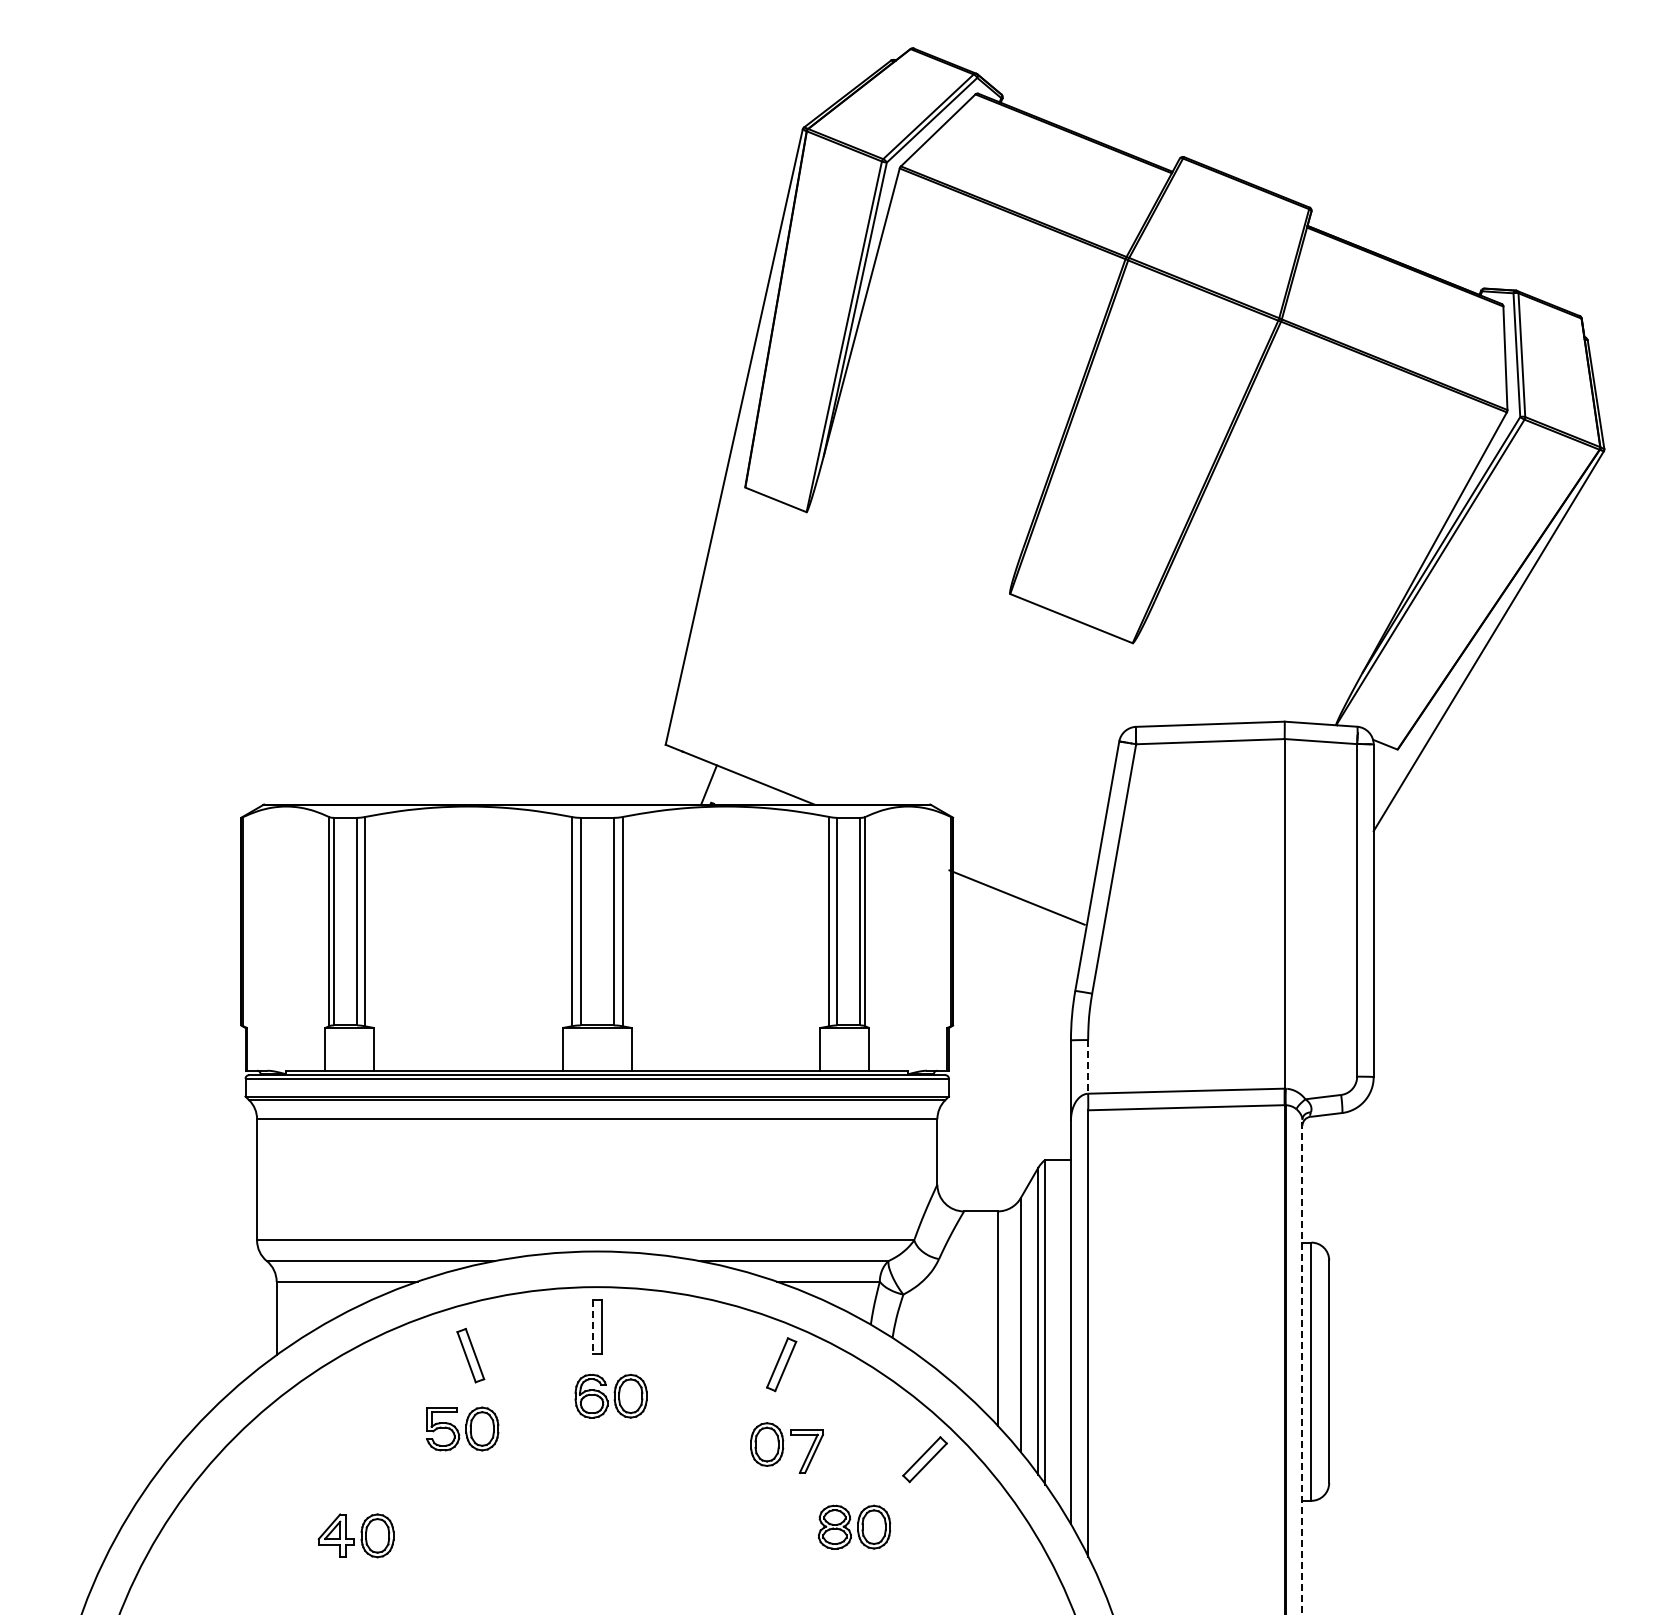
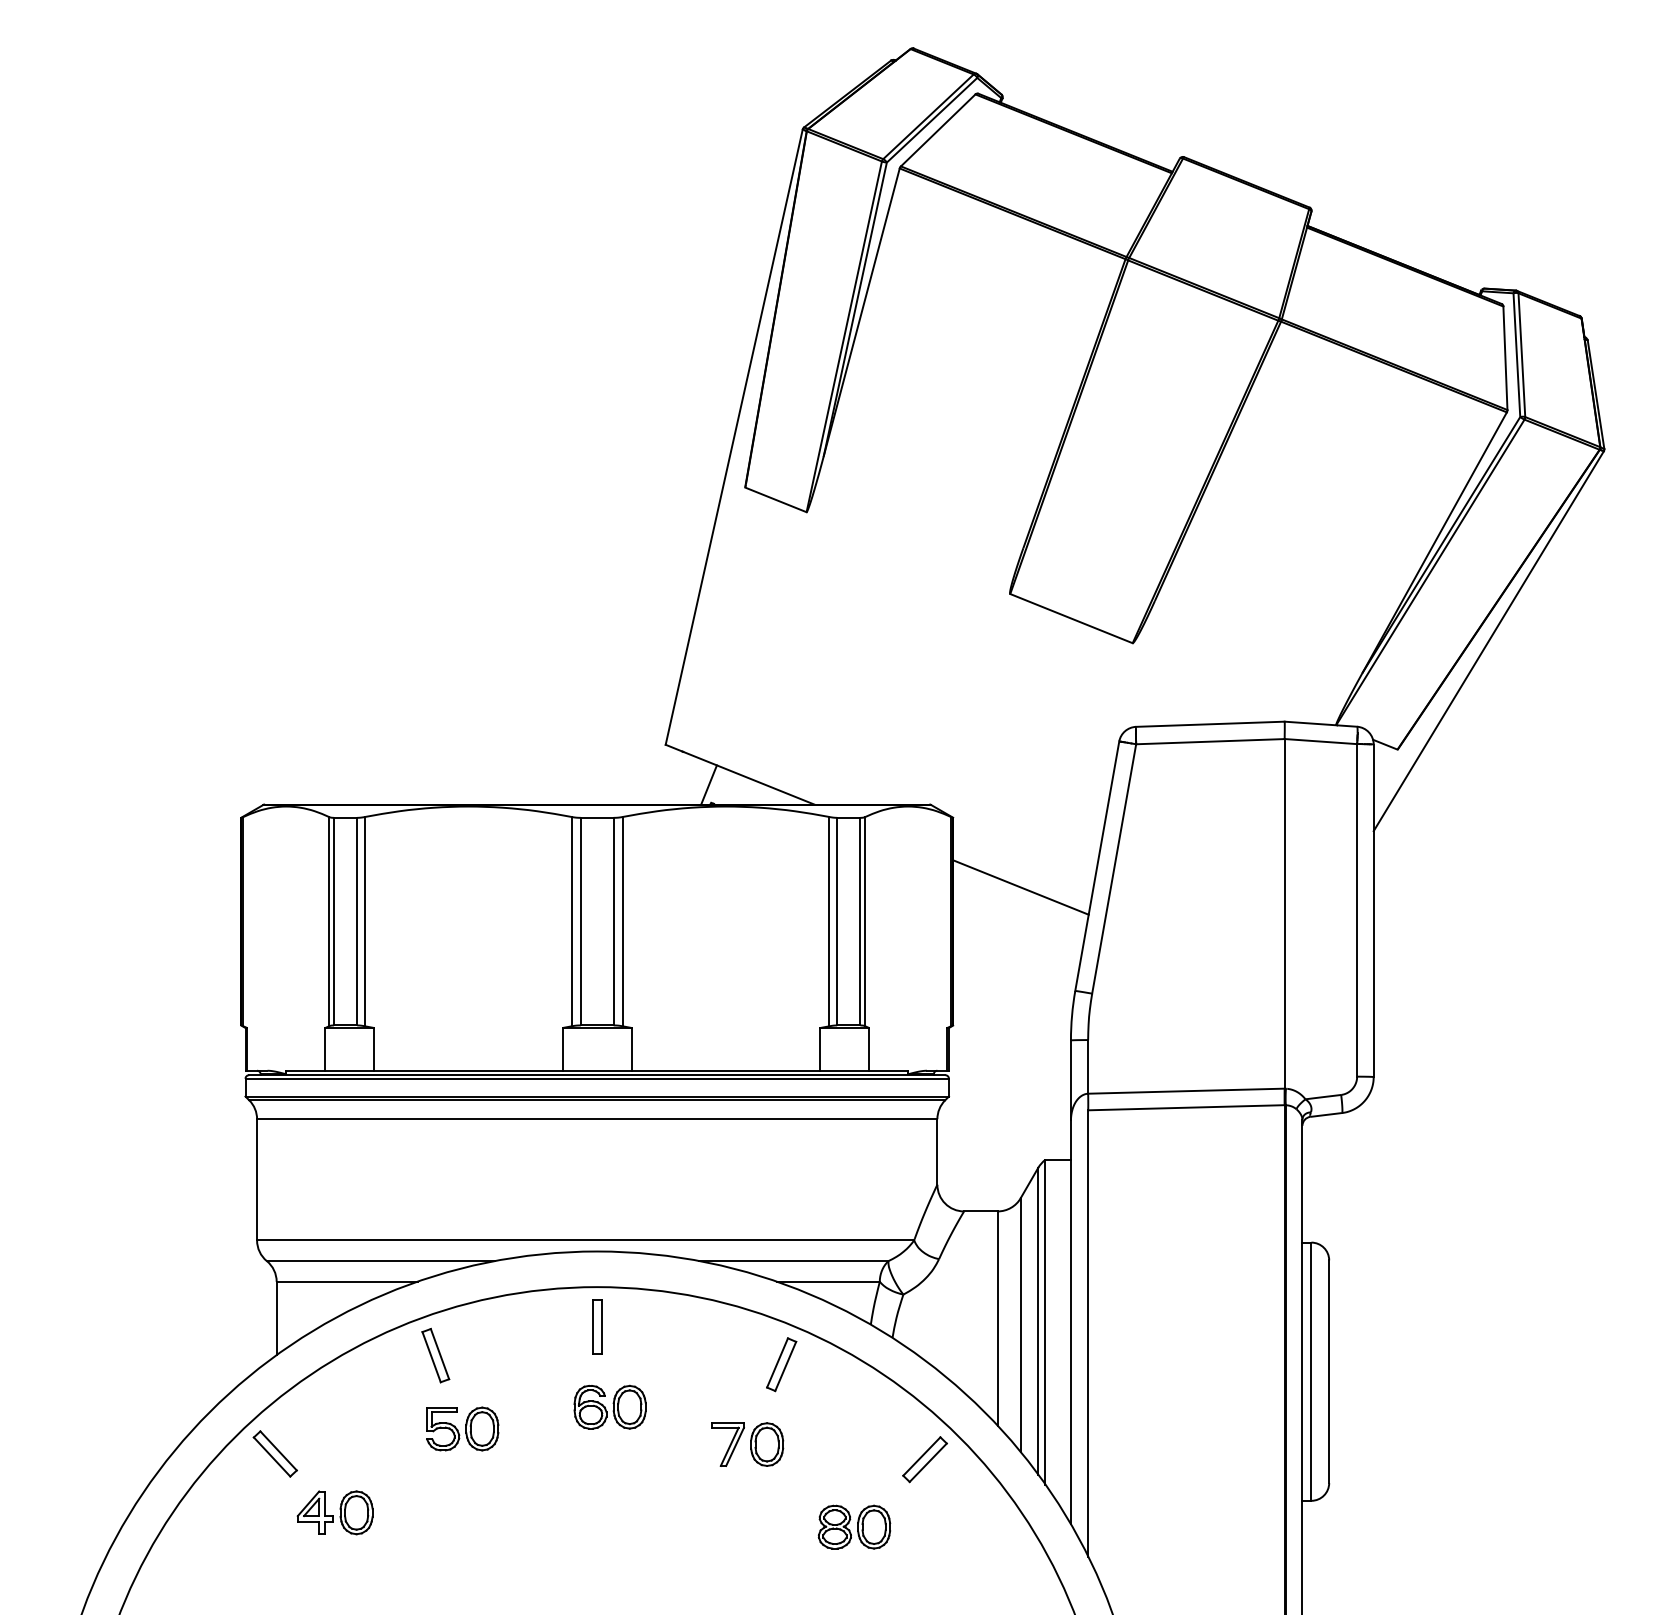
line at (1016, 897) position: (1016, 897) -> (1020, 887)
line at (1088, 1066): dashed -> solid
line at (592, 1327): dashed -> solid
part at (470, 1355) position: (470, 1355) -> (435, 1355)
line at (1302, 1367): dashed -> solid
part at (610, 1395) position: (610, 1395) -> (609, 1406)
part at (806, 1451) position: (806, 1451) -> (727, 1444)
part at (274, 1453): none -> present
part at (355, 1535) position: (355, 1535) -> (334, 1512)
